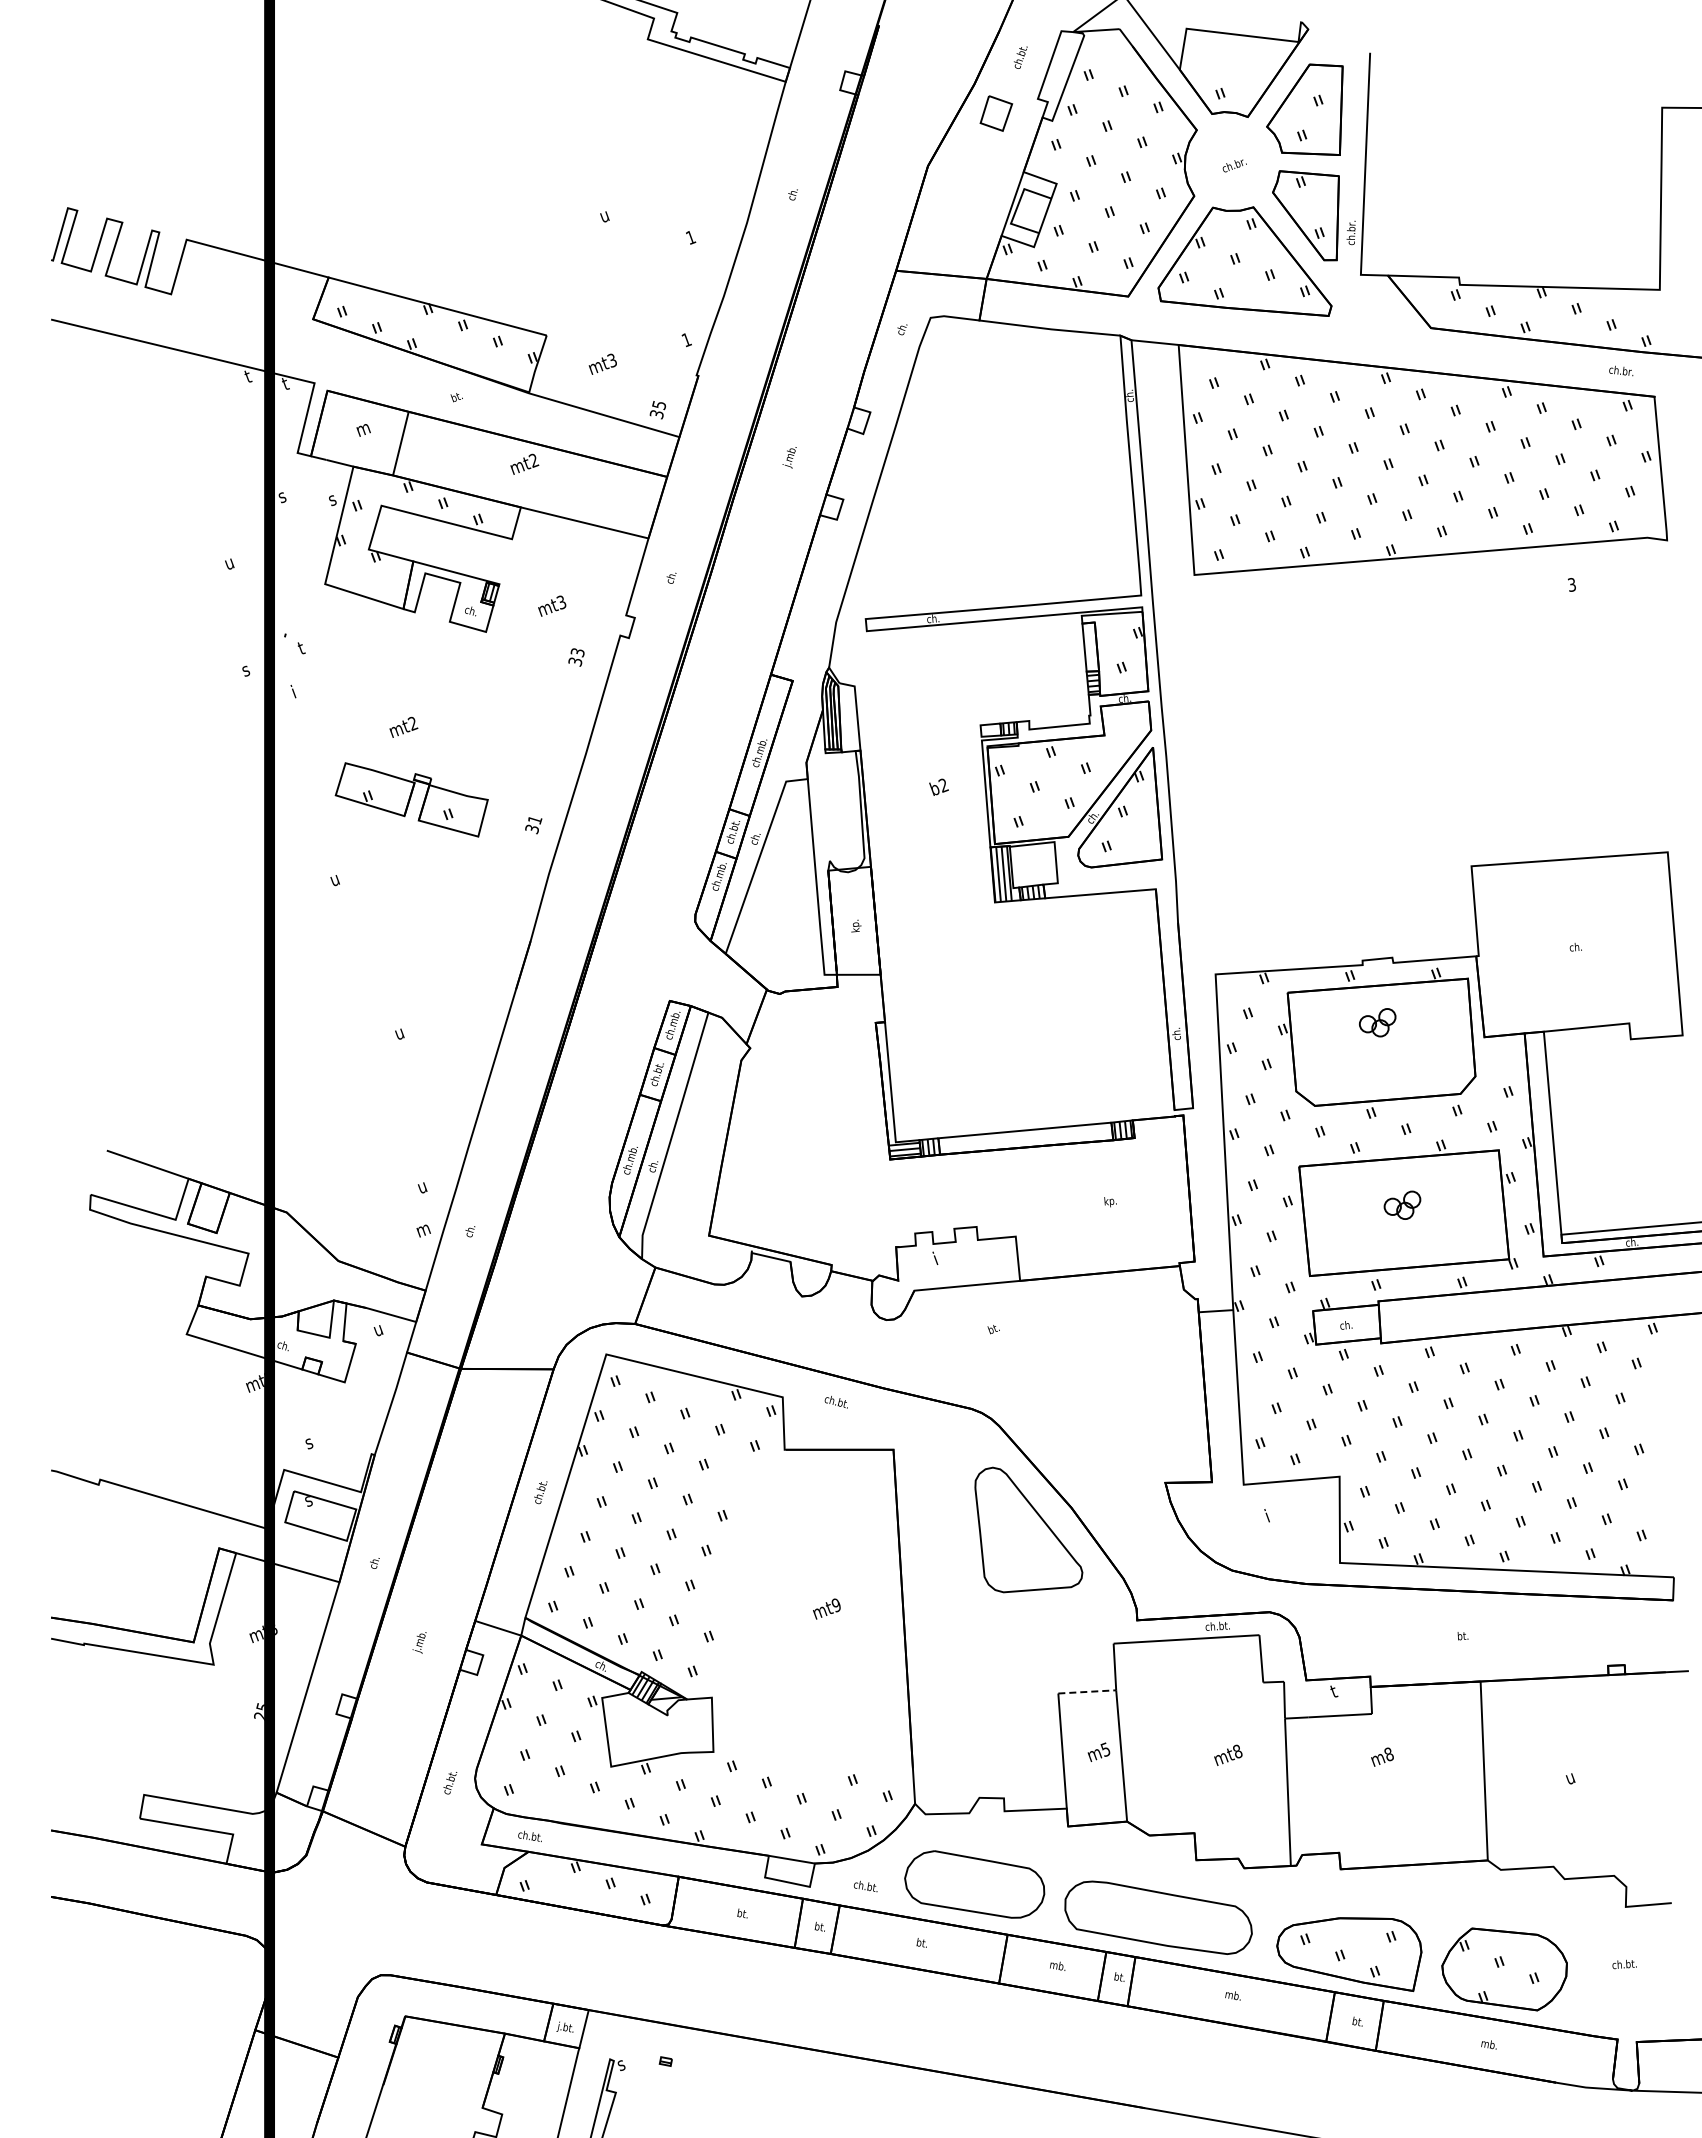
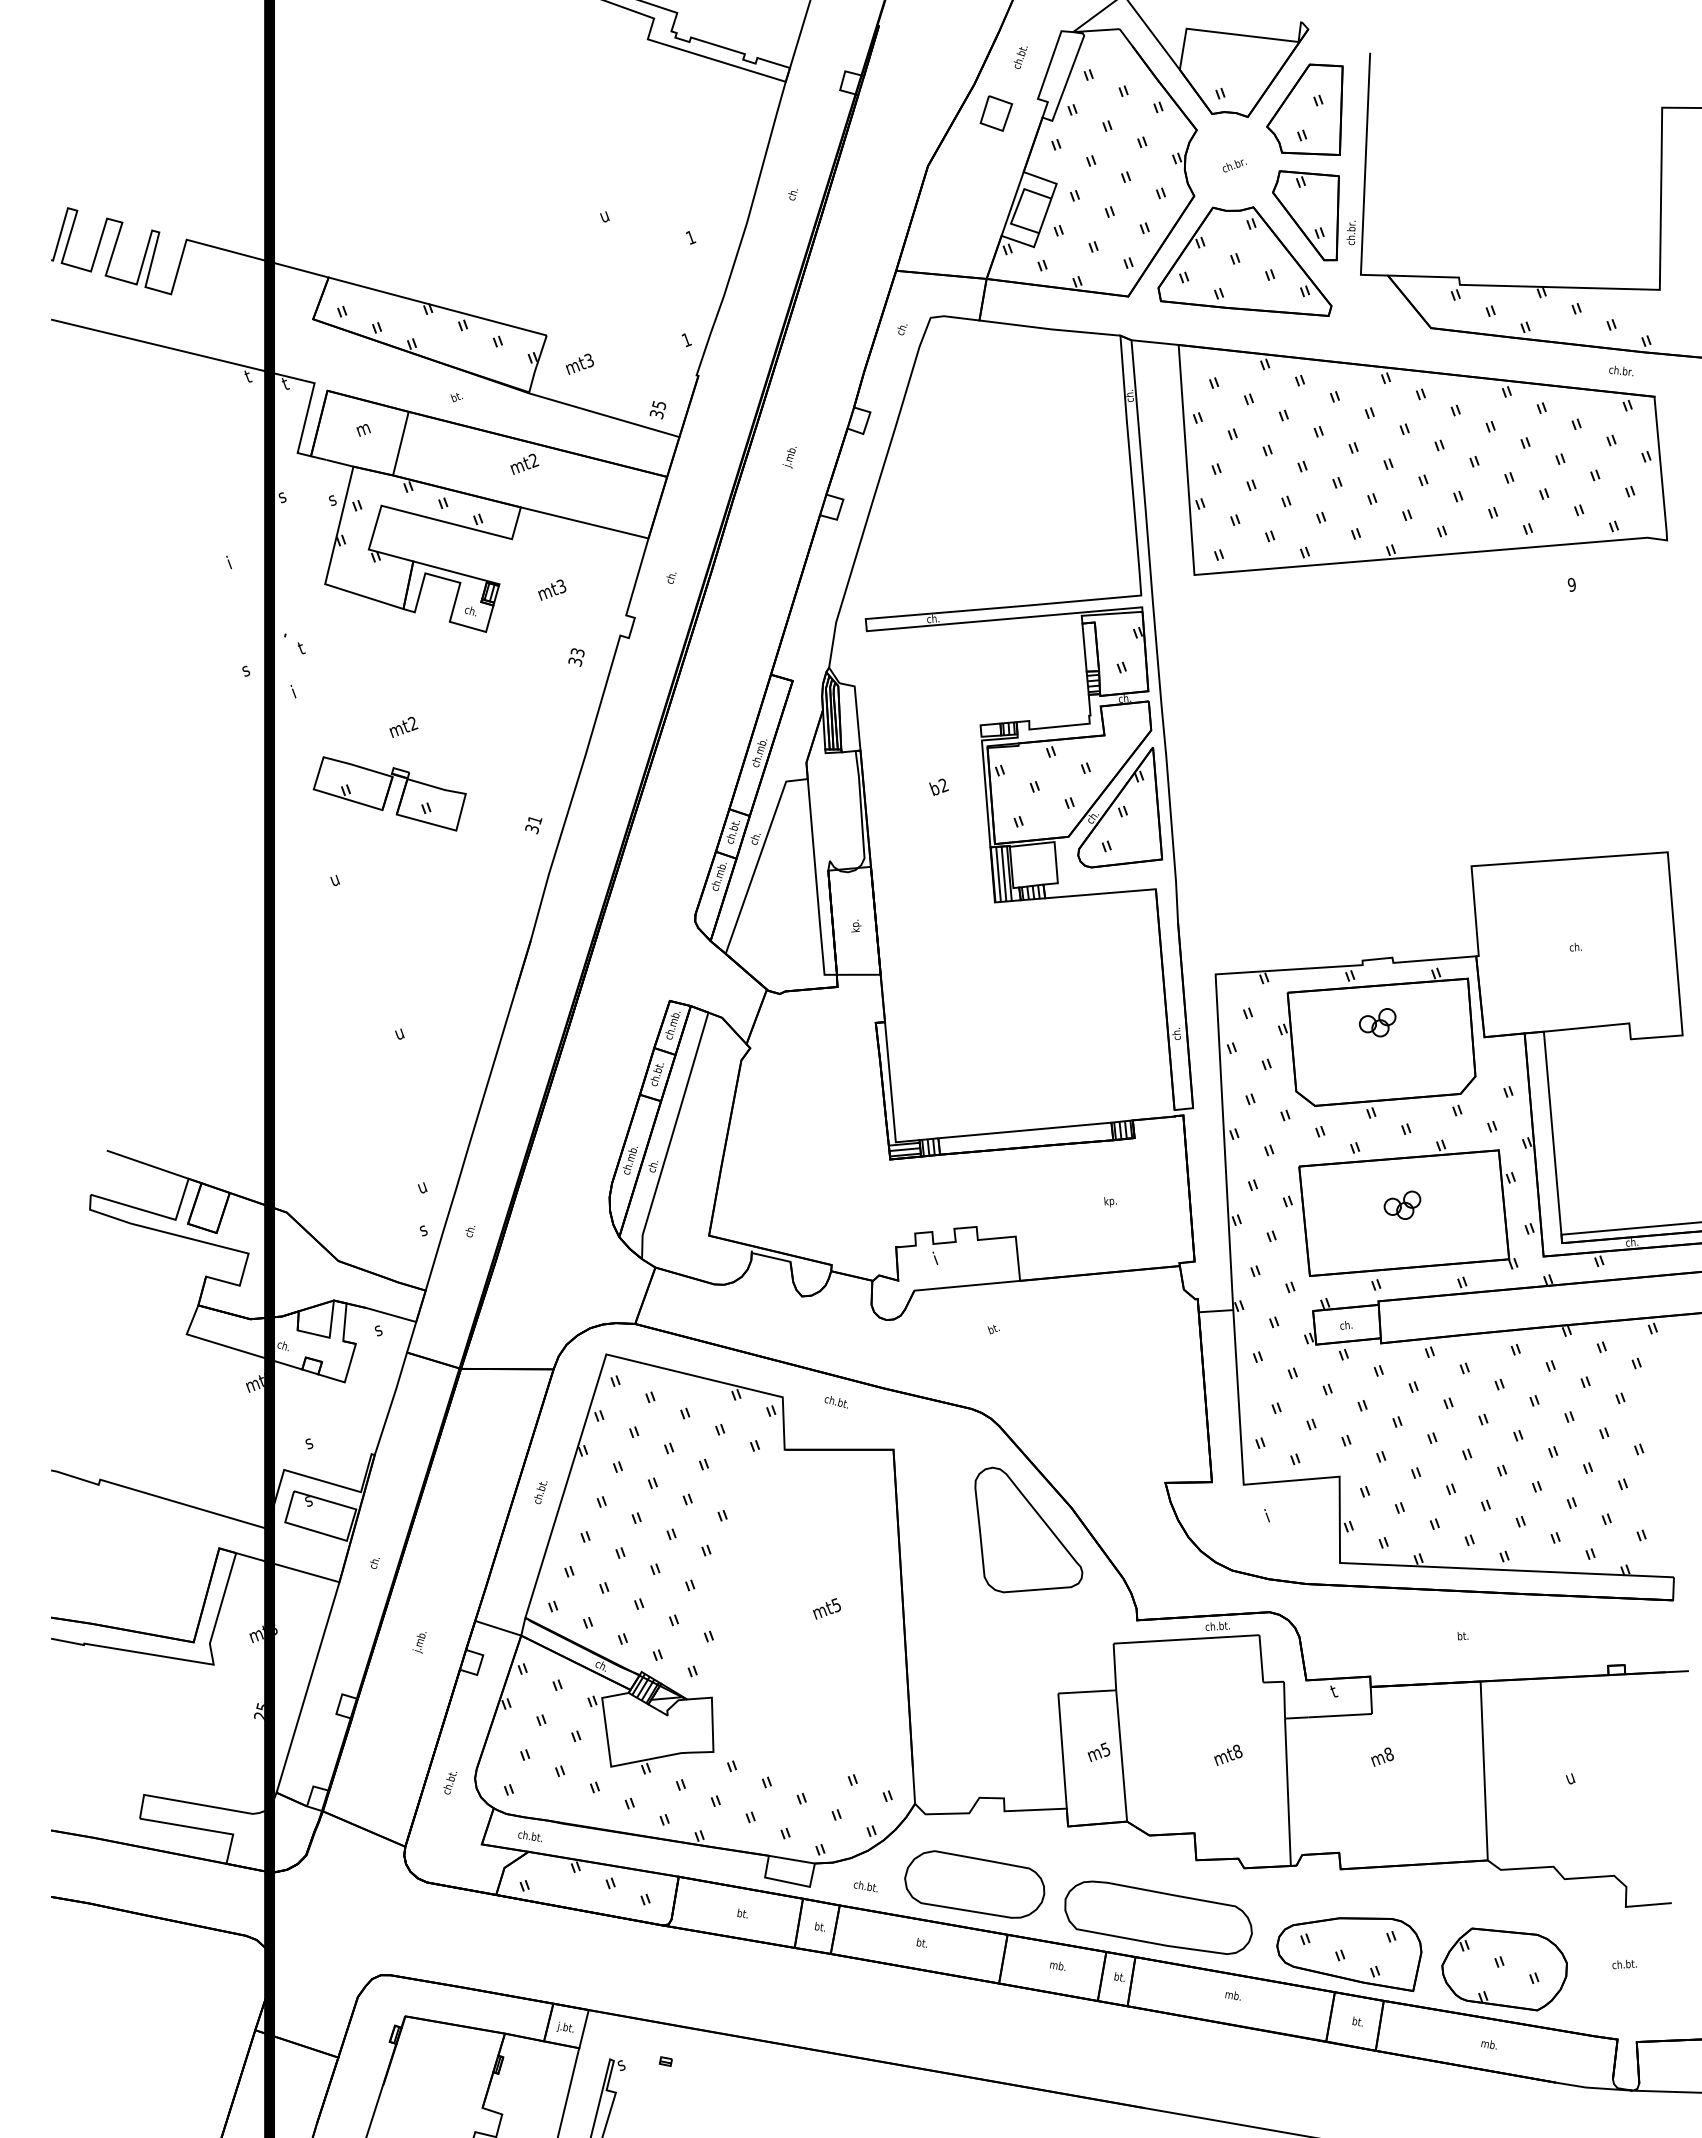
text at (602, 363) position: (602, 363) -> (579, 363)
text at (229, 562): u -> i
text at (1571, 584): 3 -> 9
text at (552, 605) position: (552, 605) -> (552, 589)
part at (411, 799) position: (411, 799) -> (389, 793)
text at (423, 1230): m -> s
text at (378, 1330): u -> s
text at (835, 1605): mt9 -> mt5
line at (1087, 1691): dashed -> solid
